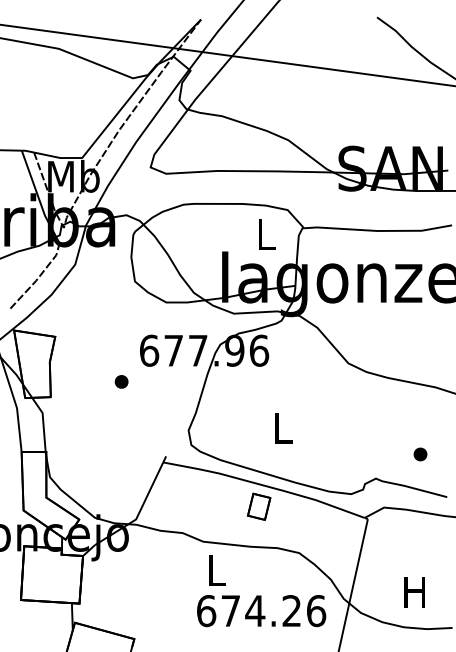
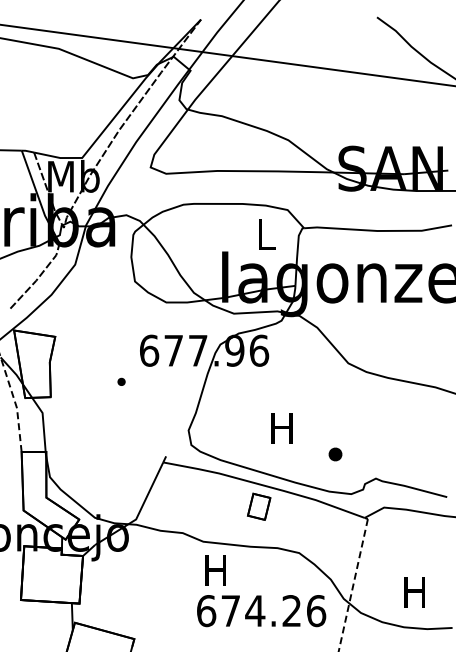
part at (121, 381) size: 15x14 px -> 9x9 px
line at (15, 403): solid -> dashed
text at (281, 428): L -> H
part at (420, 454) position: (420, 454) -> (335, 454)
text at (215, 570): L -> H
line at (353, 585): solid -> dashed
